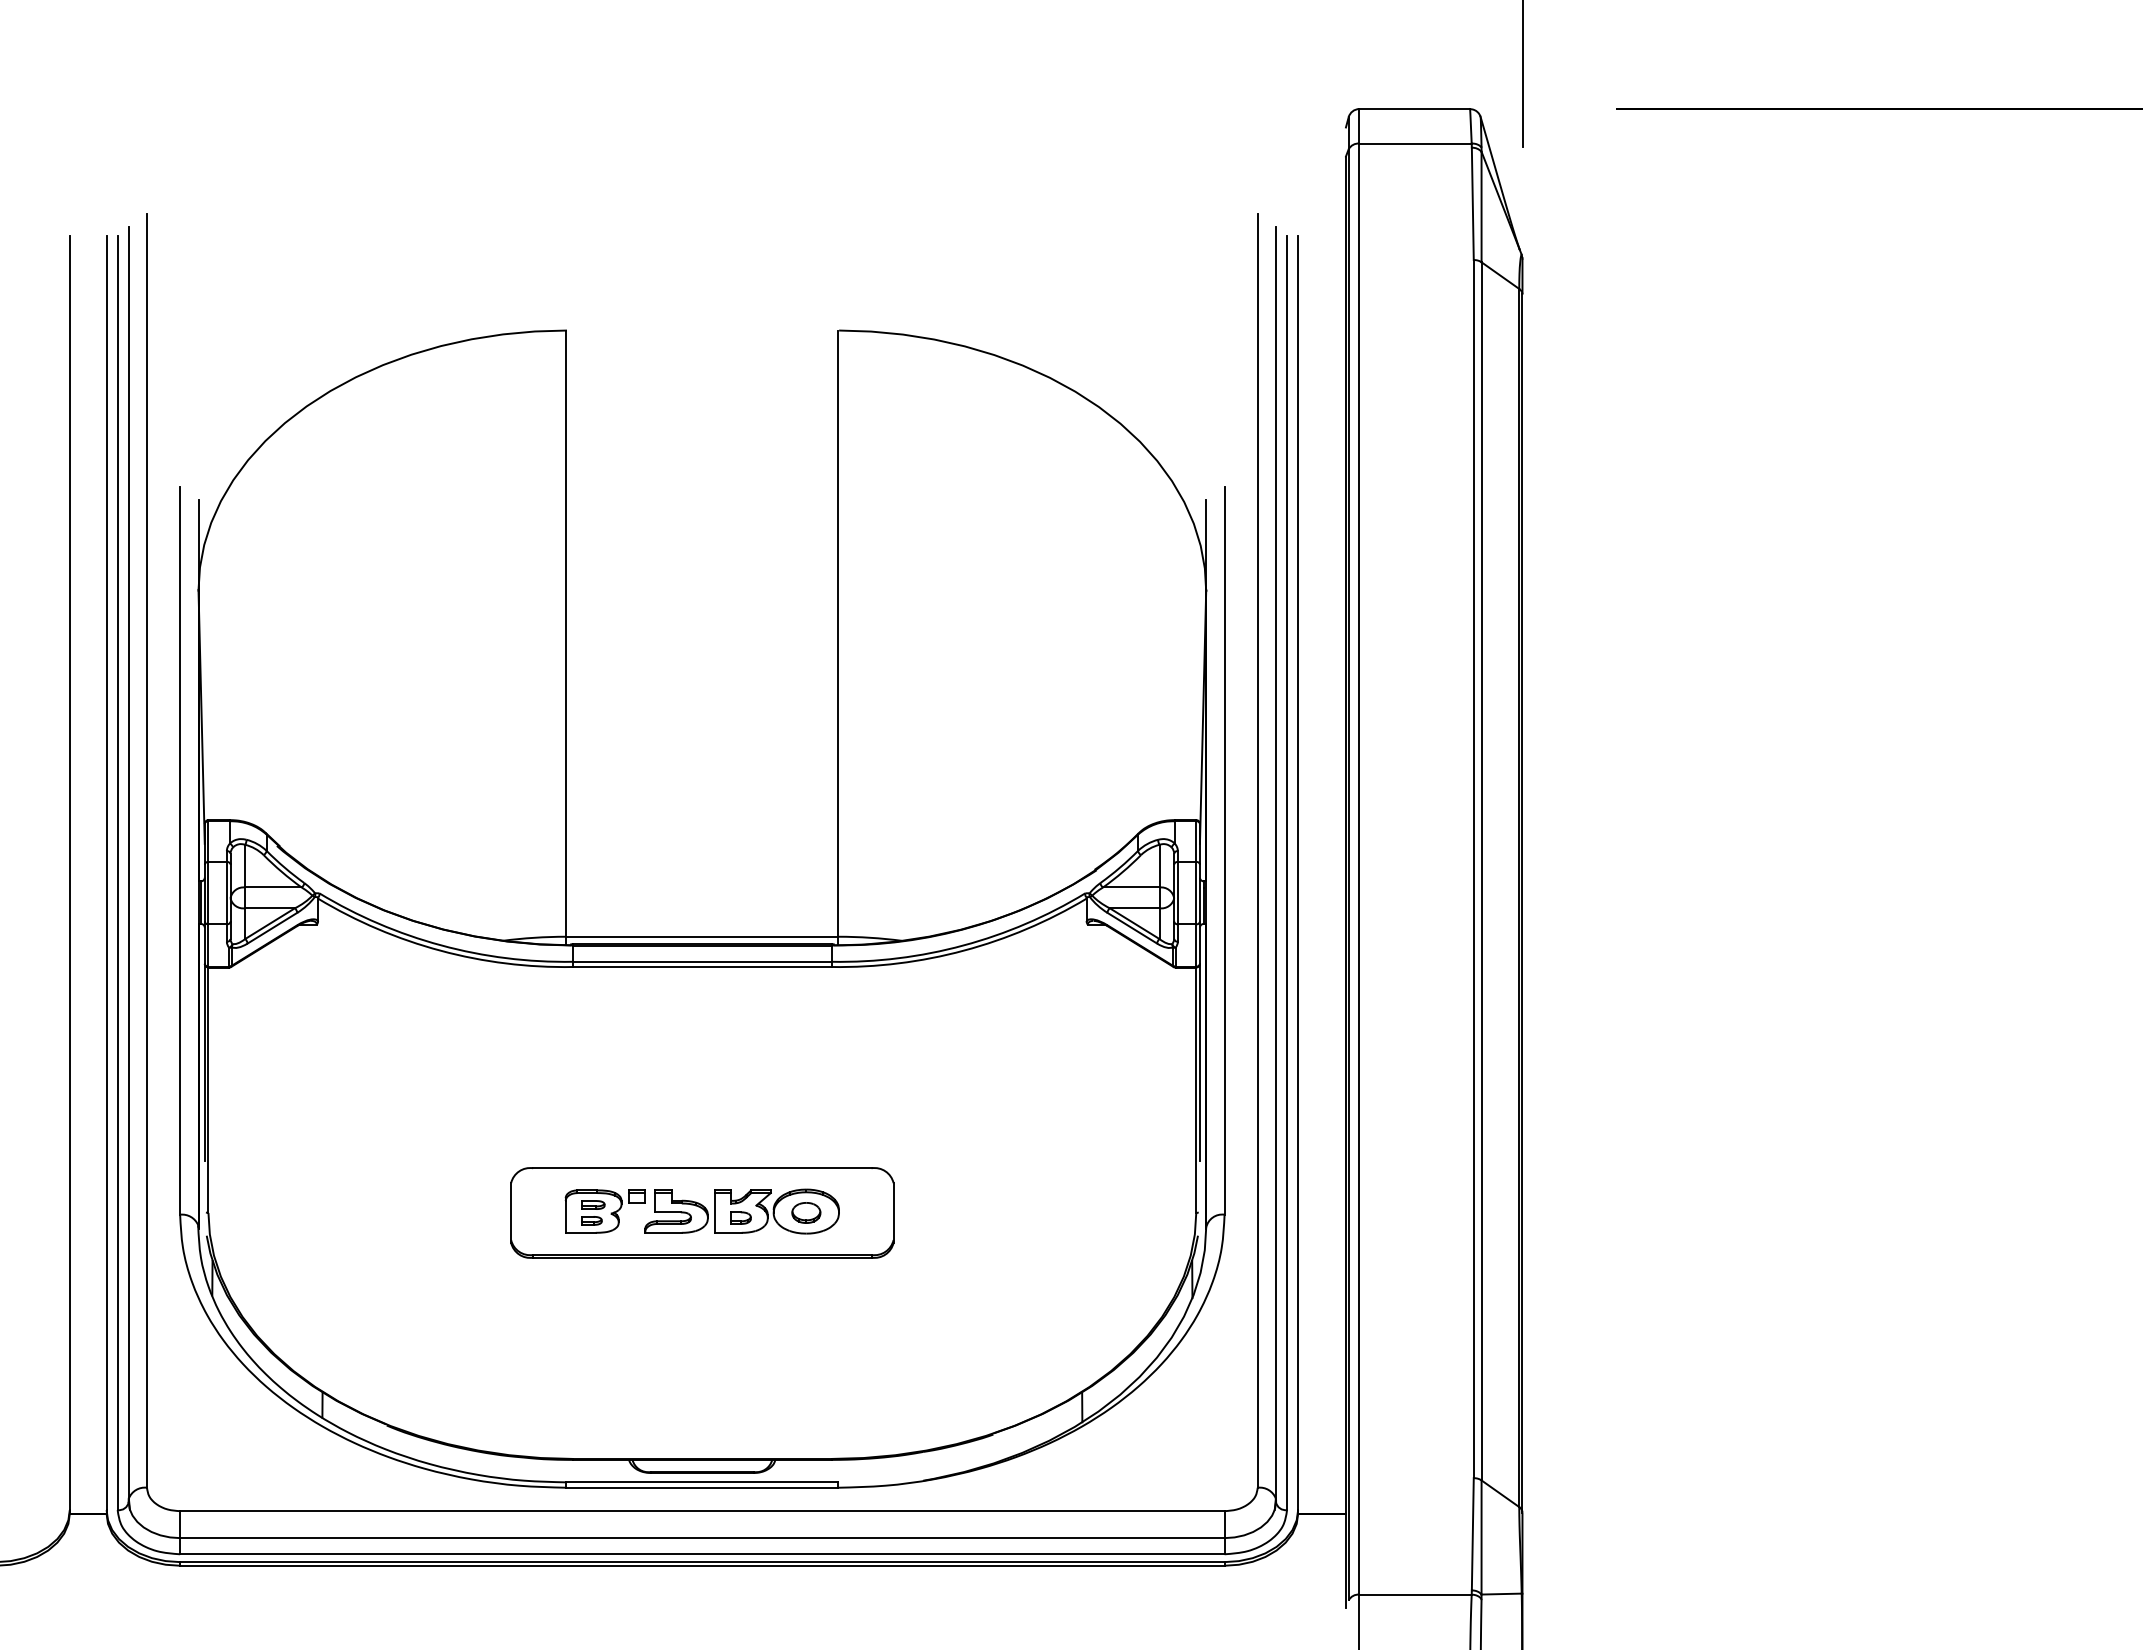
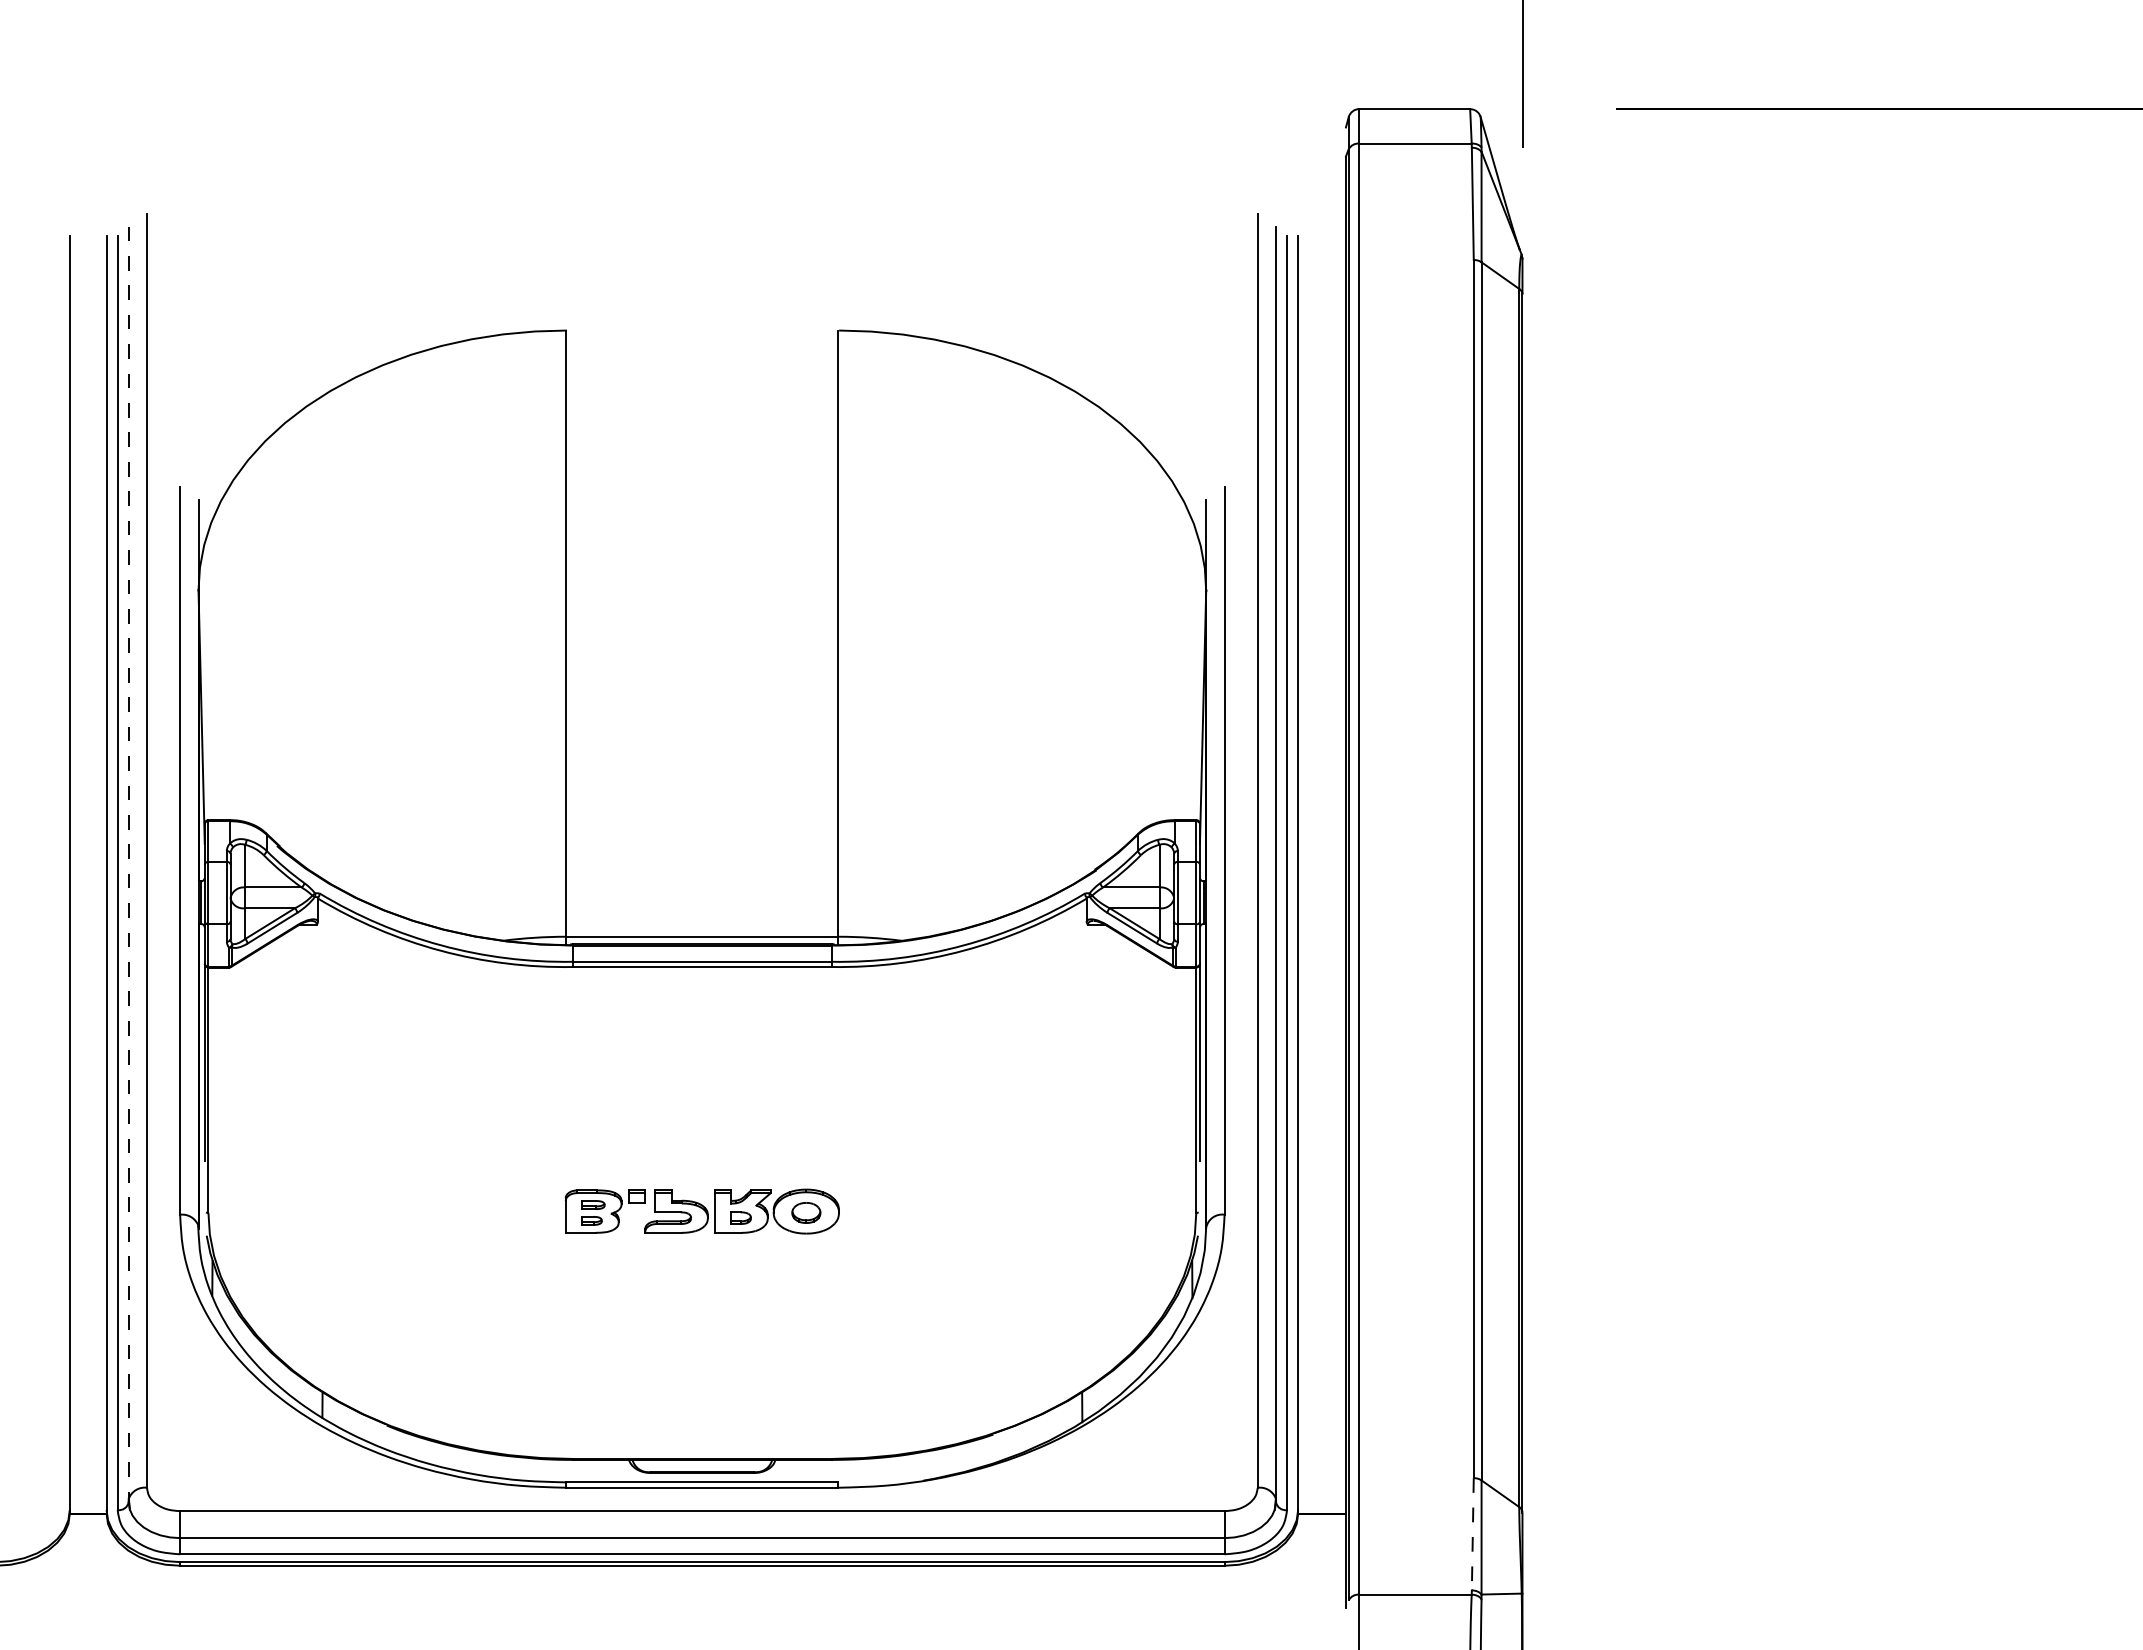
line at (128, 864): solid -> dashed
part at (702, 1212): present -> none
line at (1472, 1534): solid -> dashed
